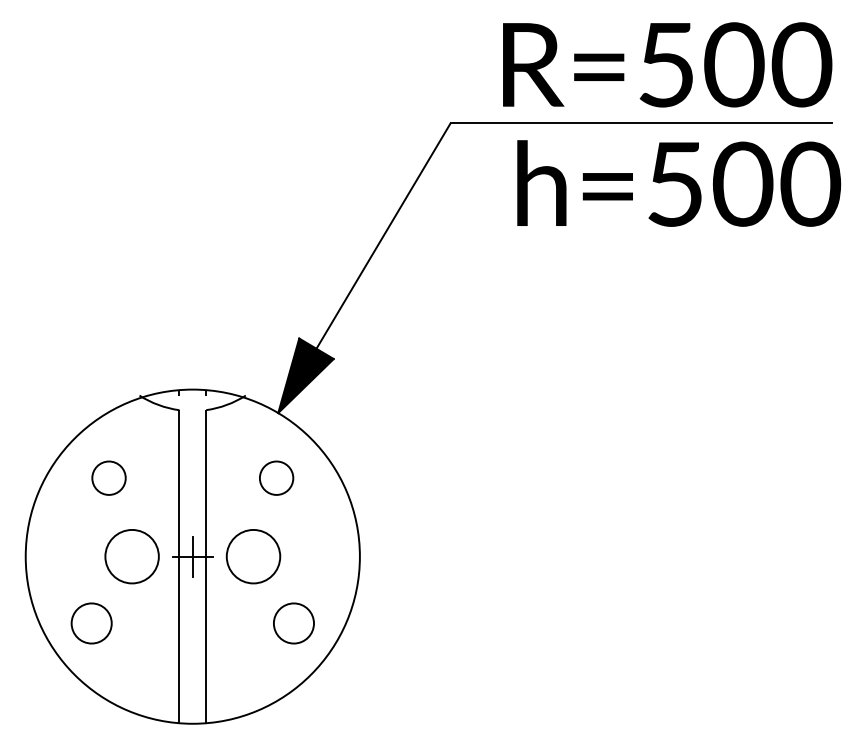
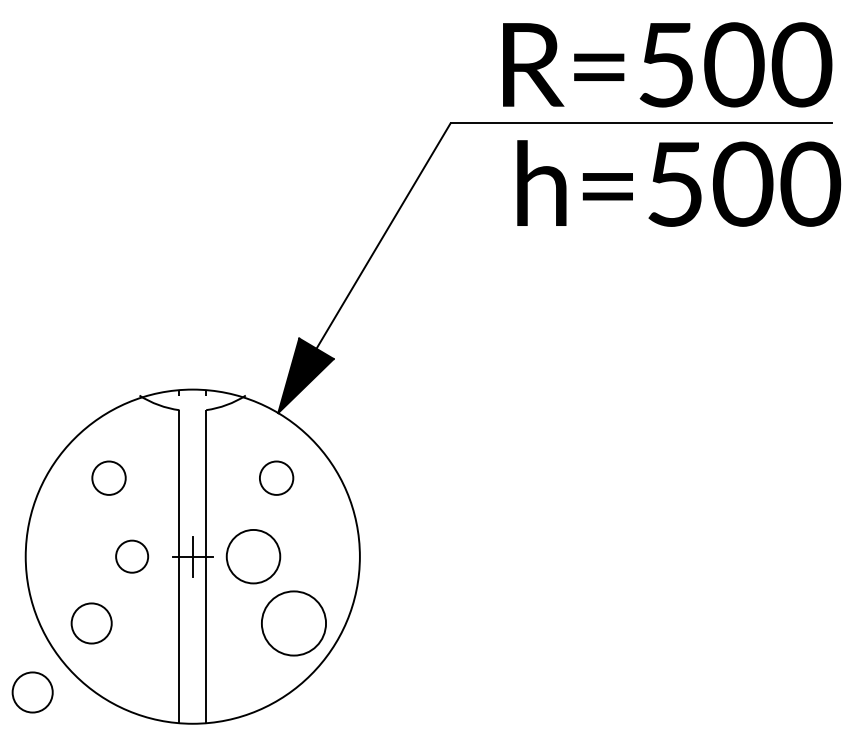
circle at (131, 556) diameter: 53 px -> 32 px
circle at (293, 623) diameter: 40 px -> 64 px
circle at (32, 692): none -> present
